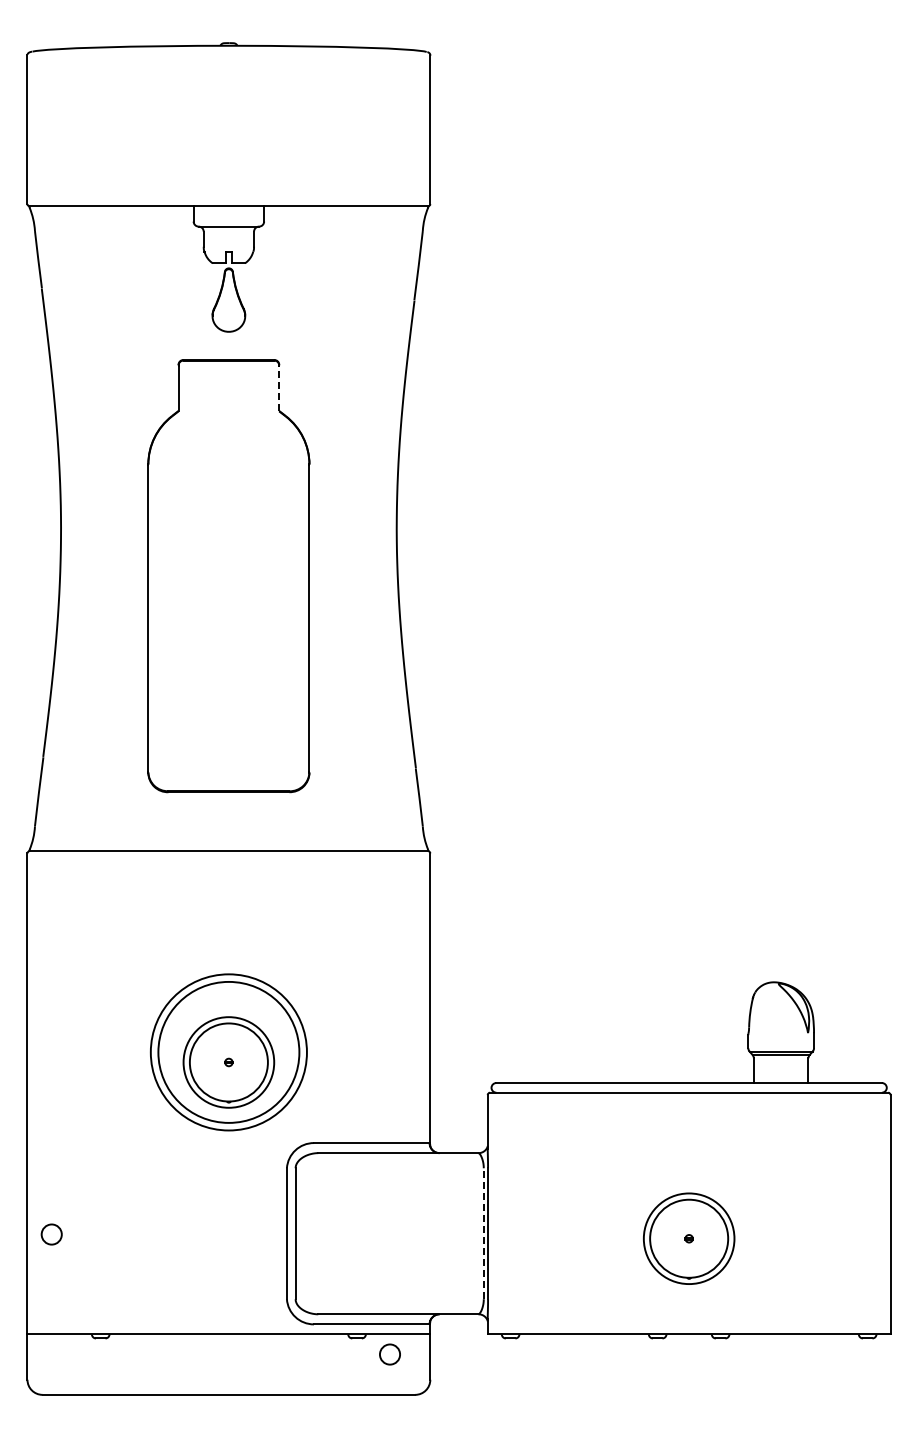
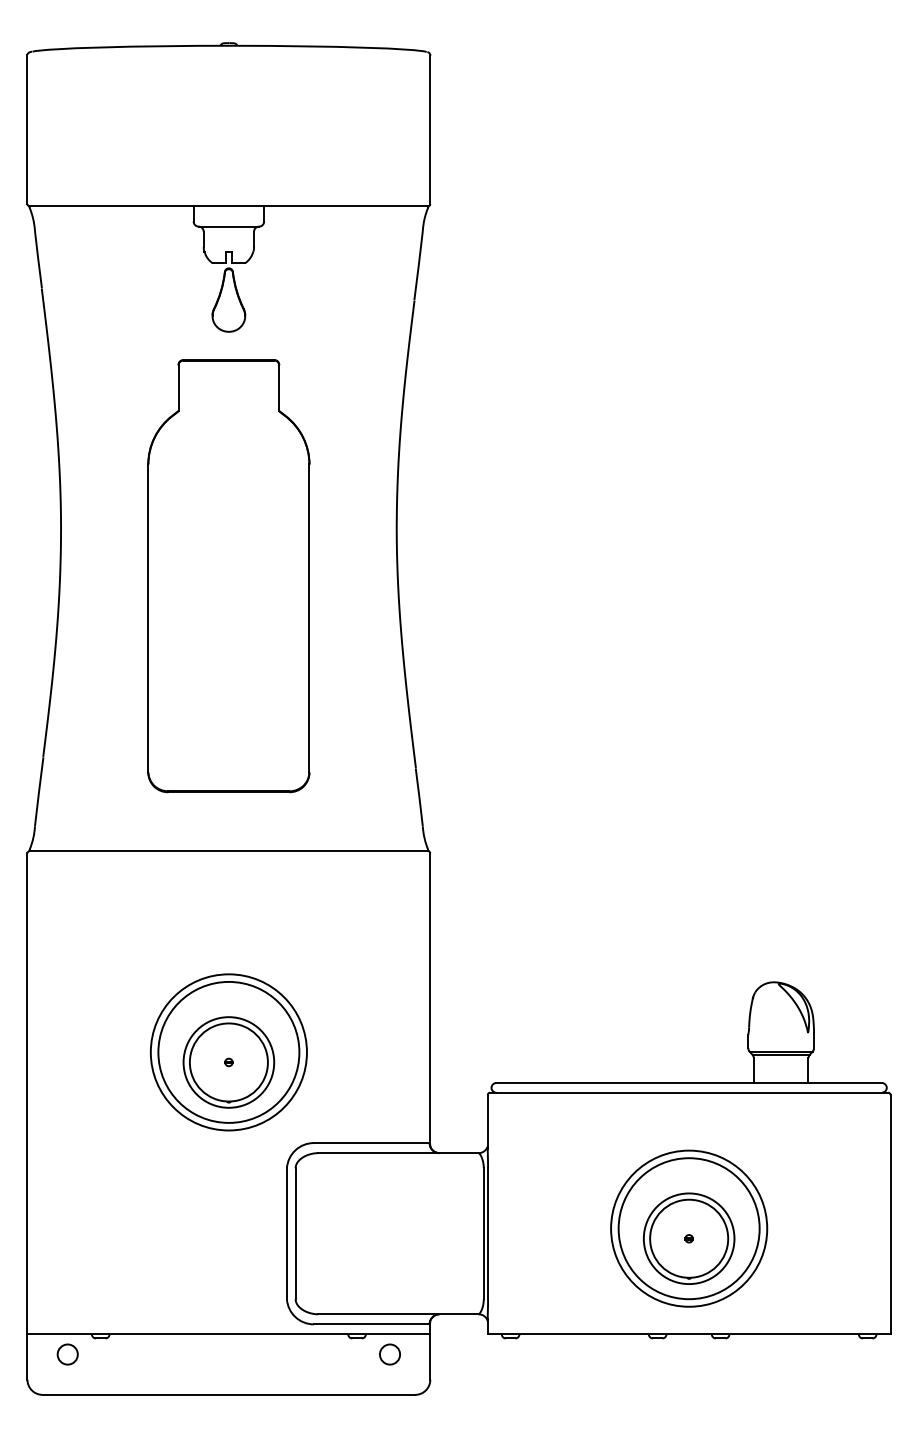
line at (279, 388): dashed -> solid
part at (689, 1228): none -> present
line at (483, 1233): dashed -> solid
circle at (51, 1234) position: (51, 1234) -> (67, 1354)
